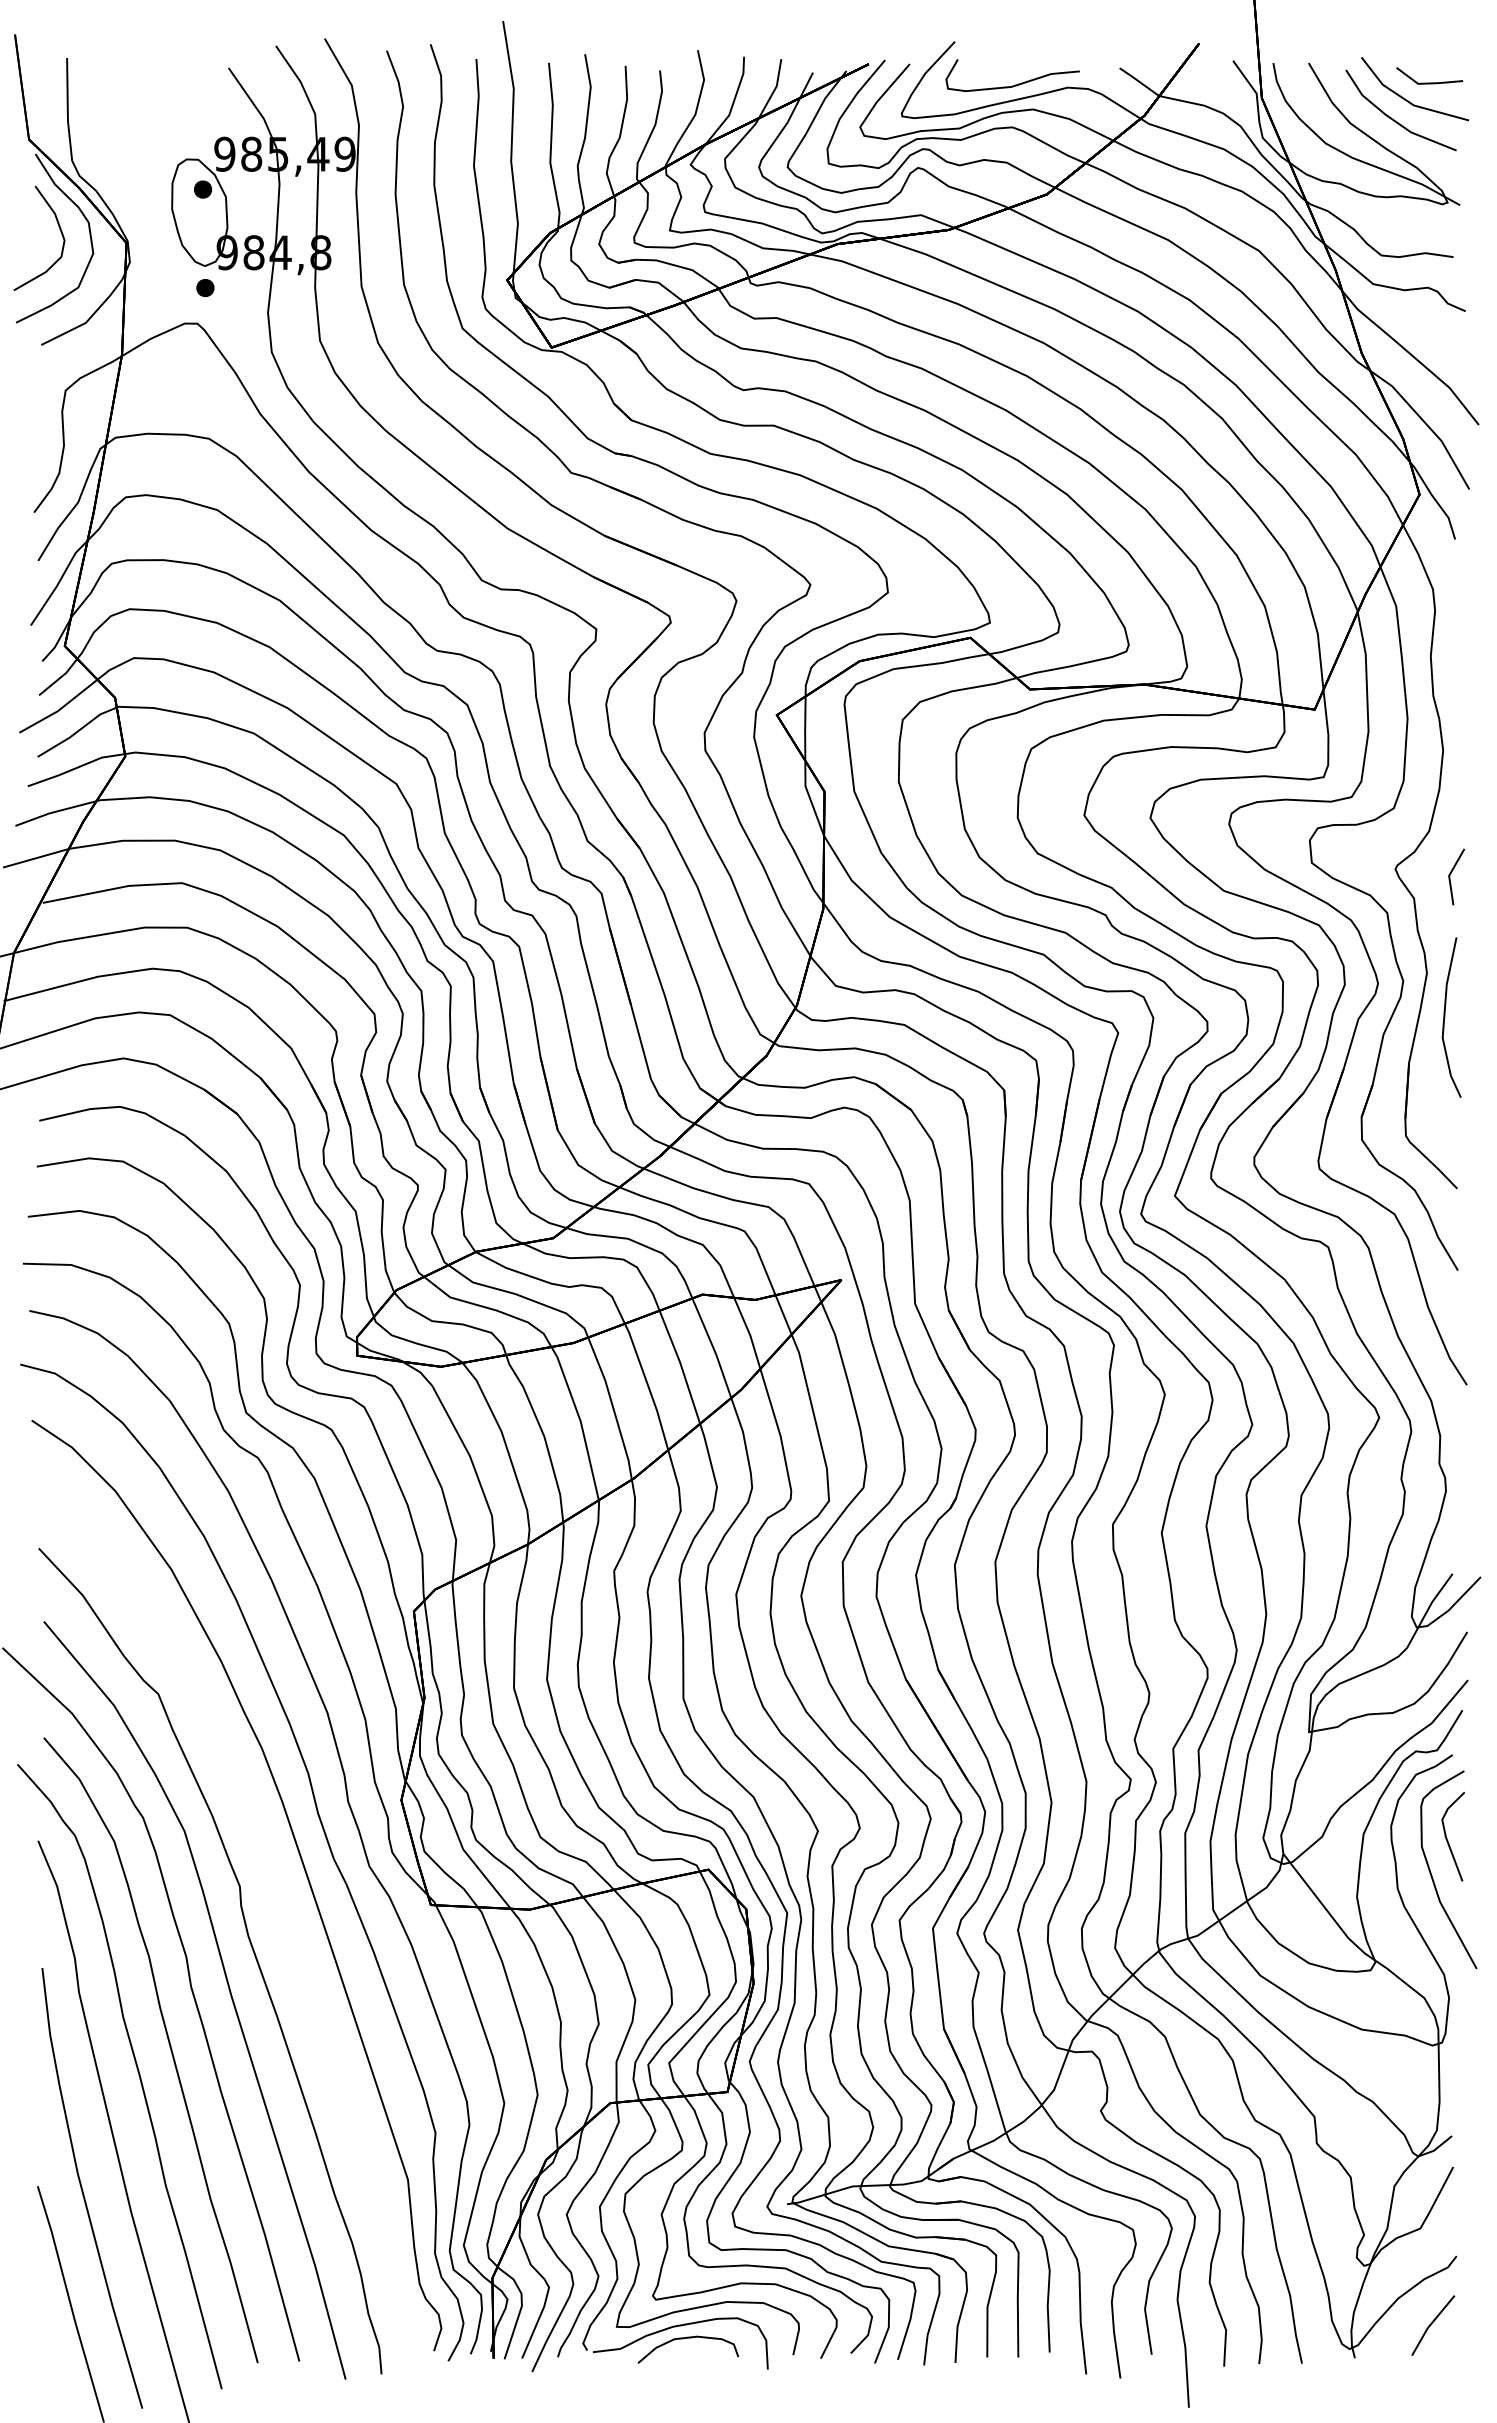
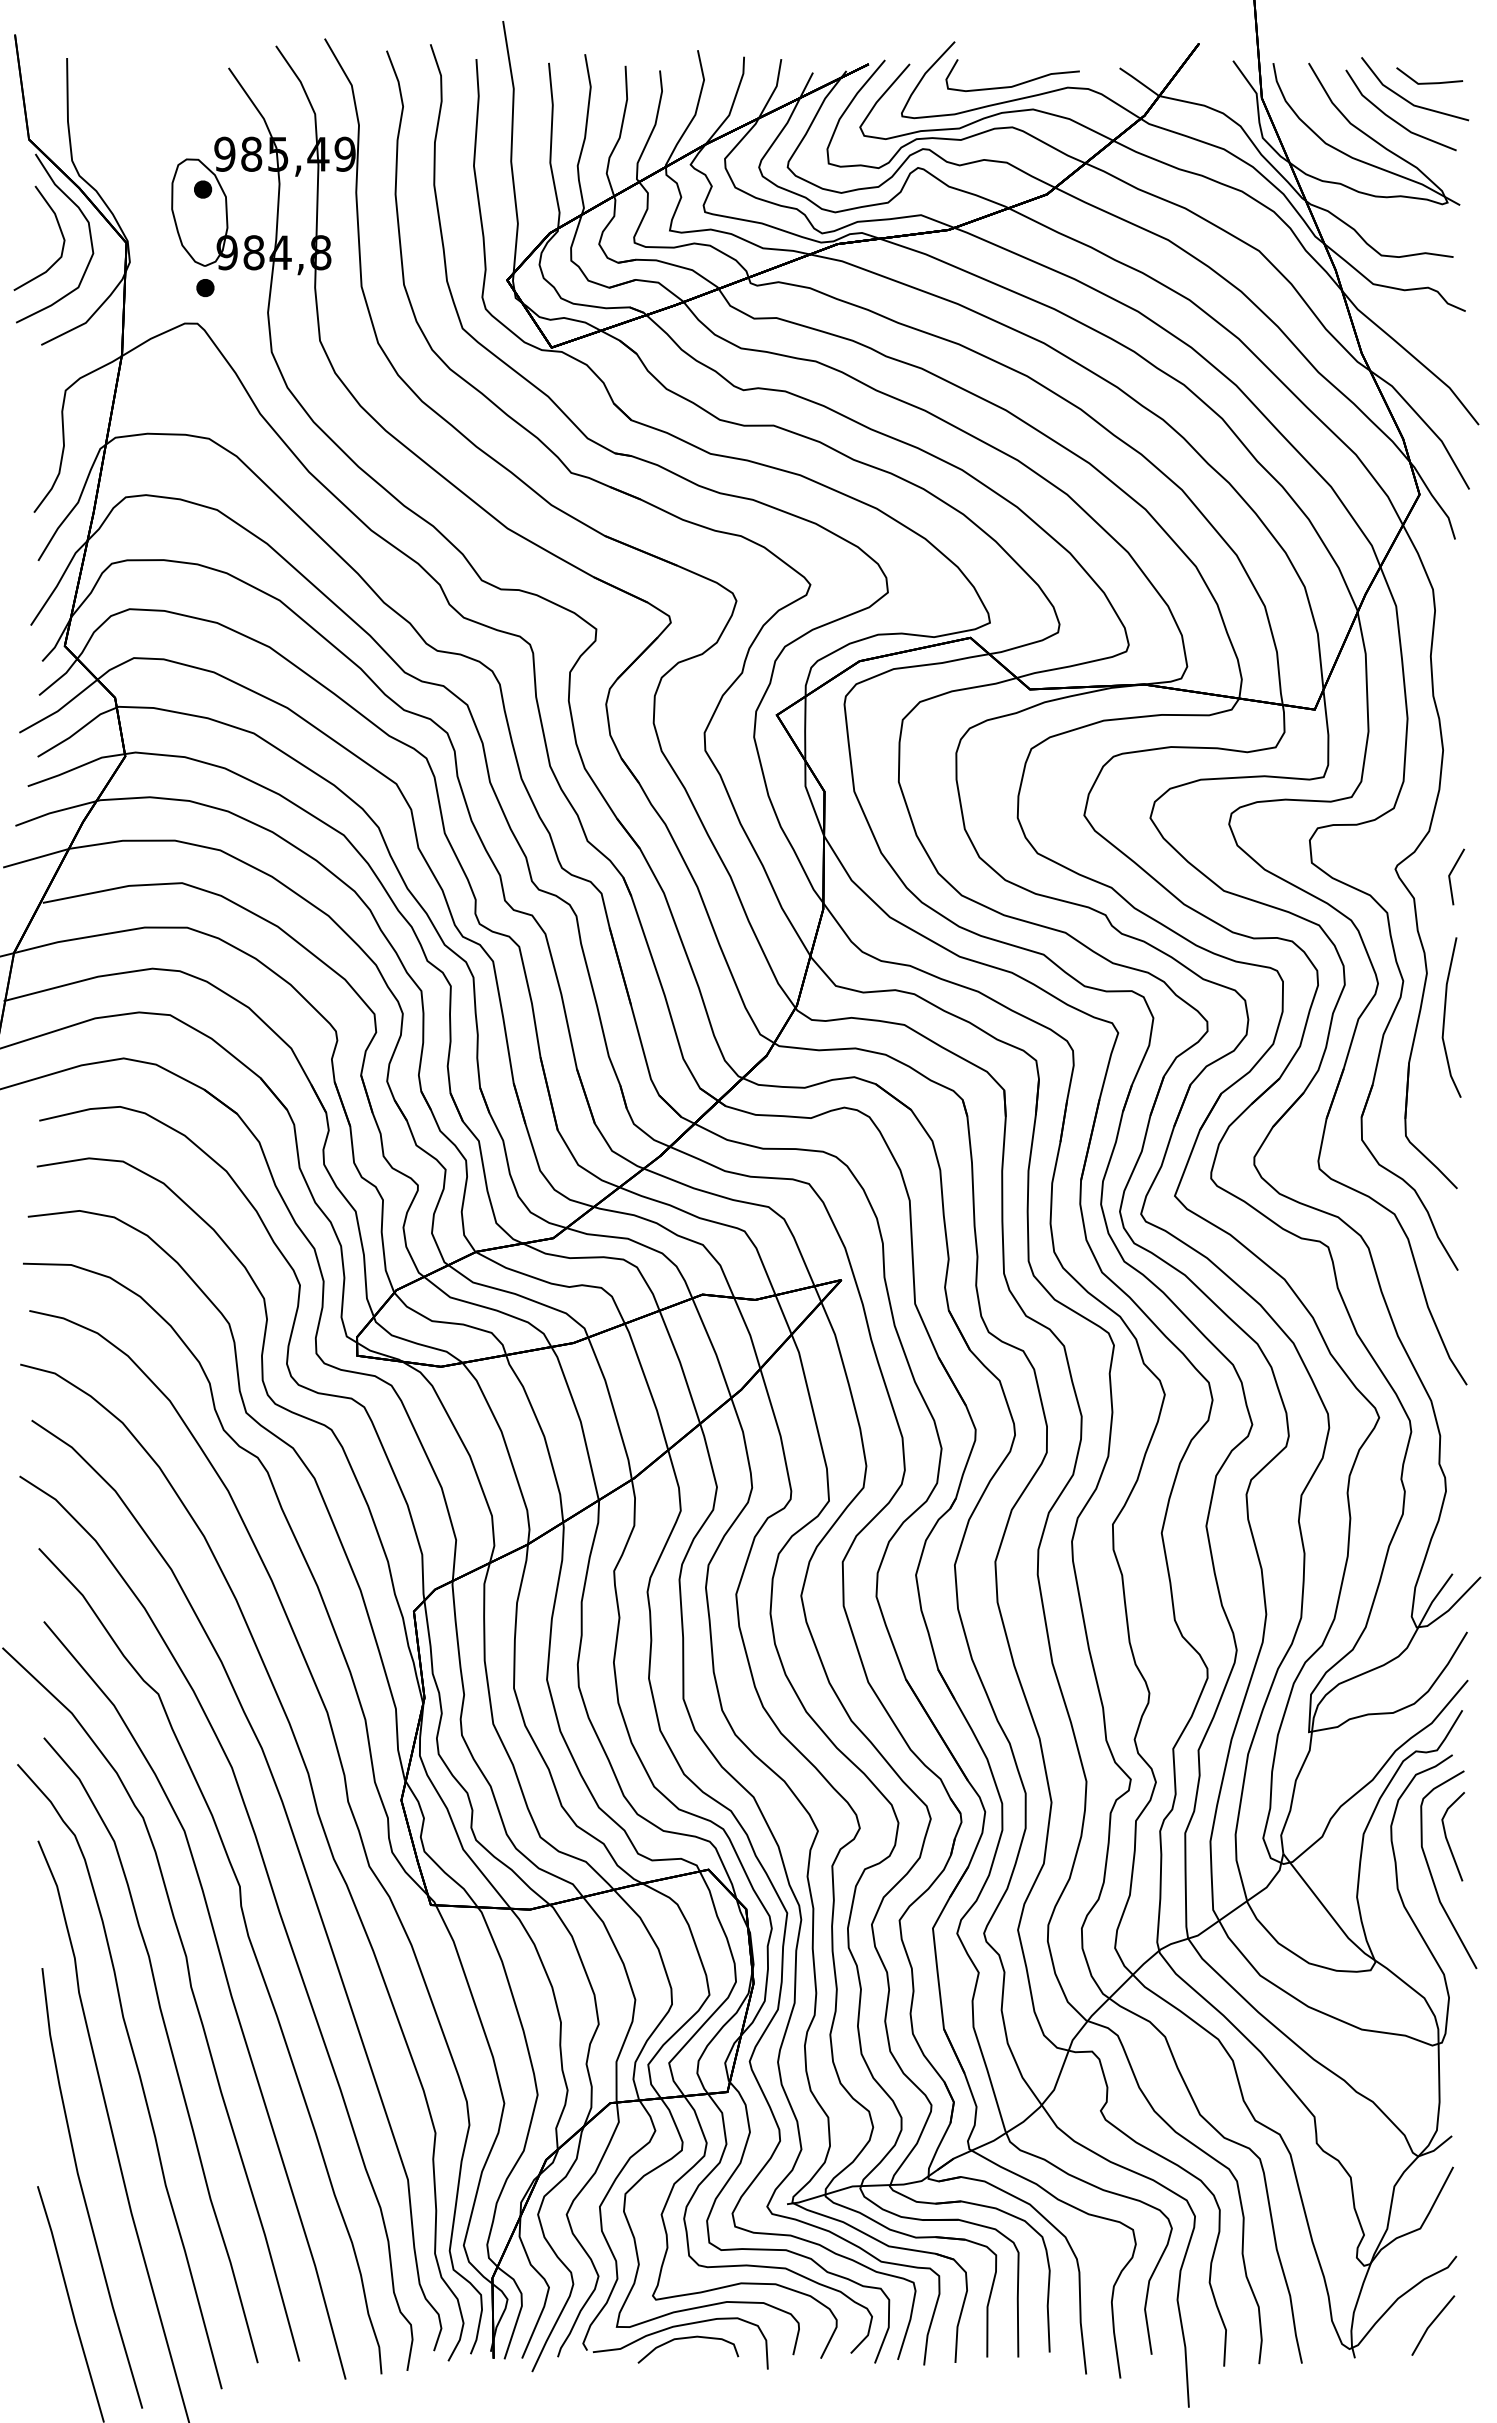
part at (275, 1903): none -> present
